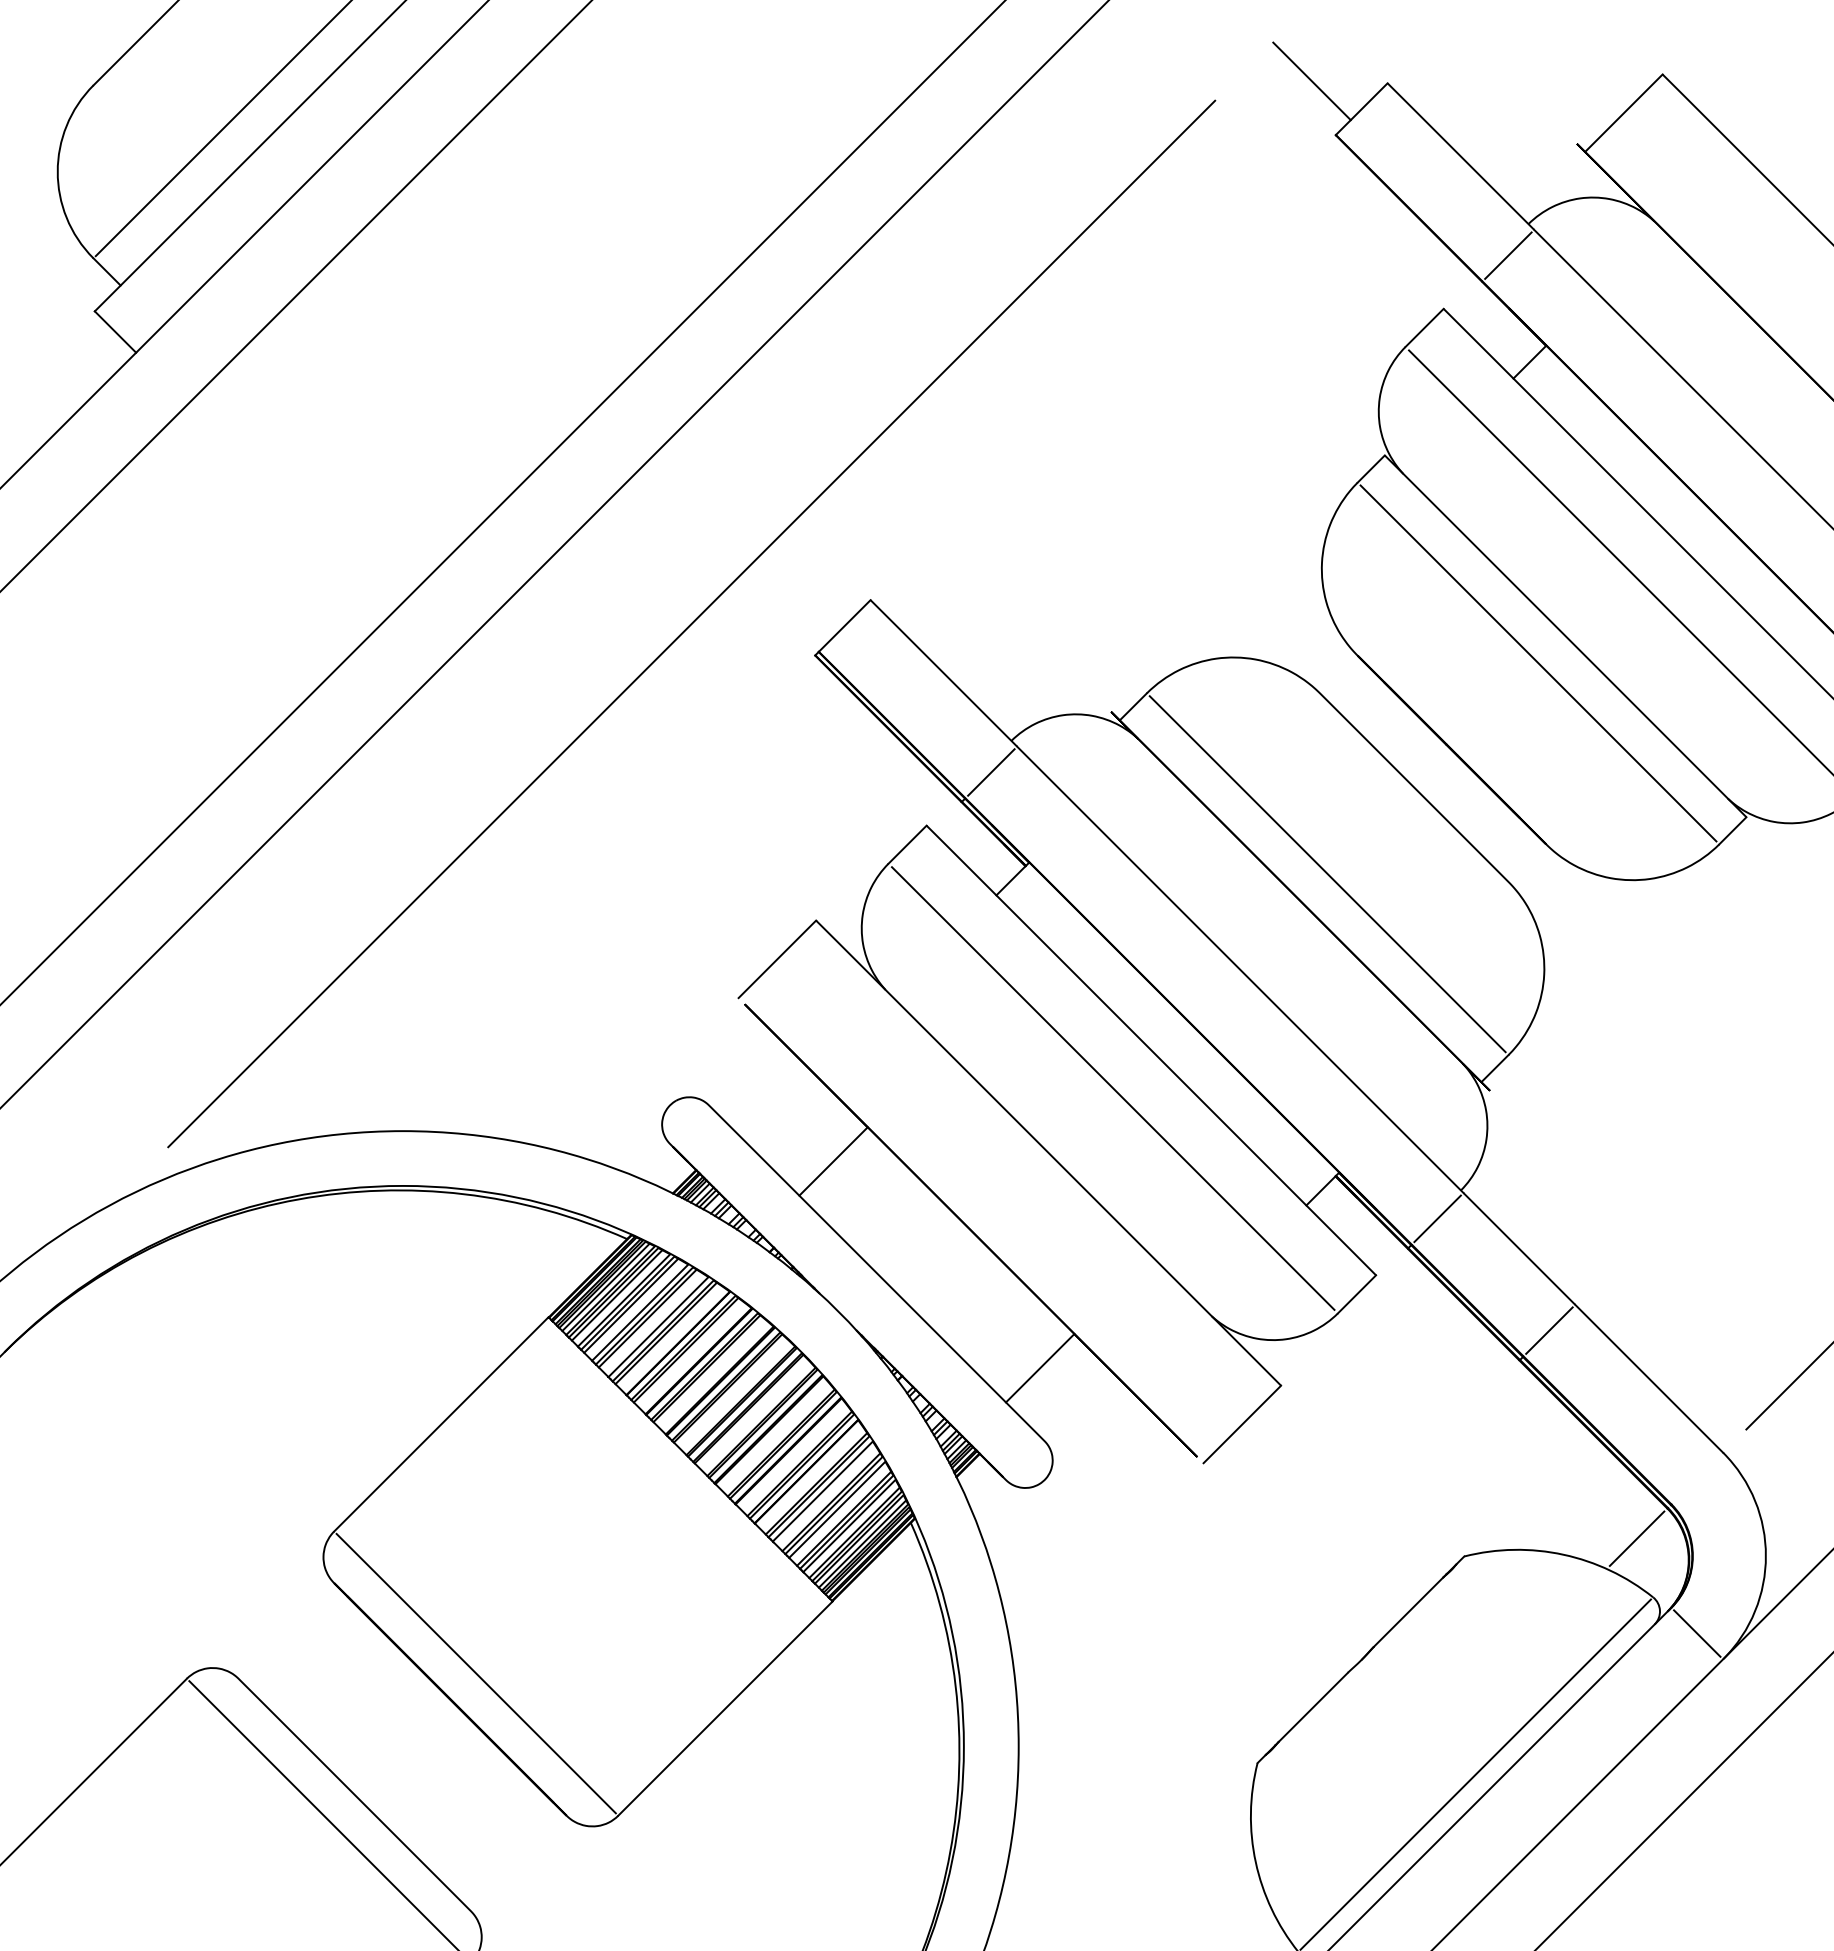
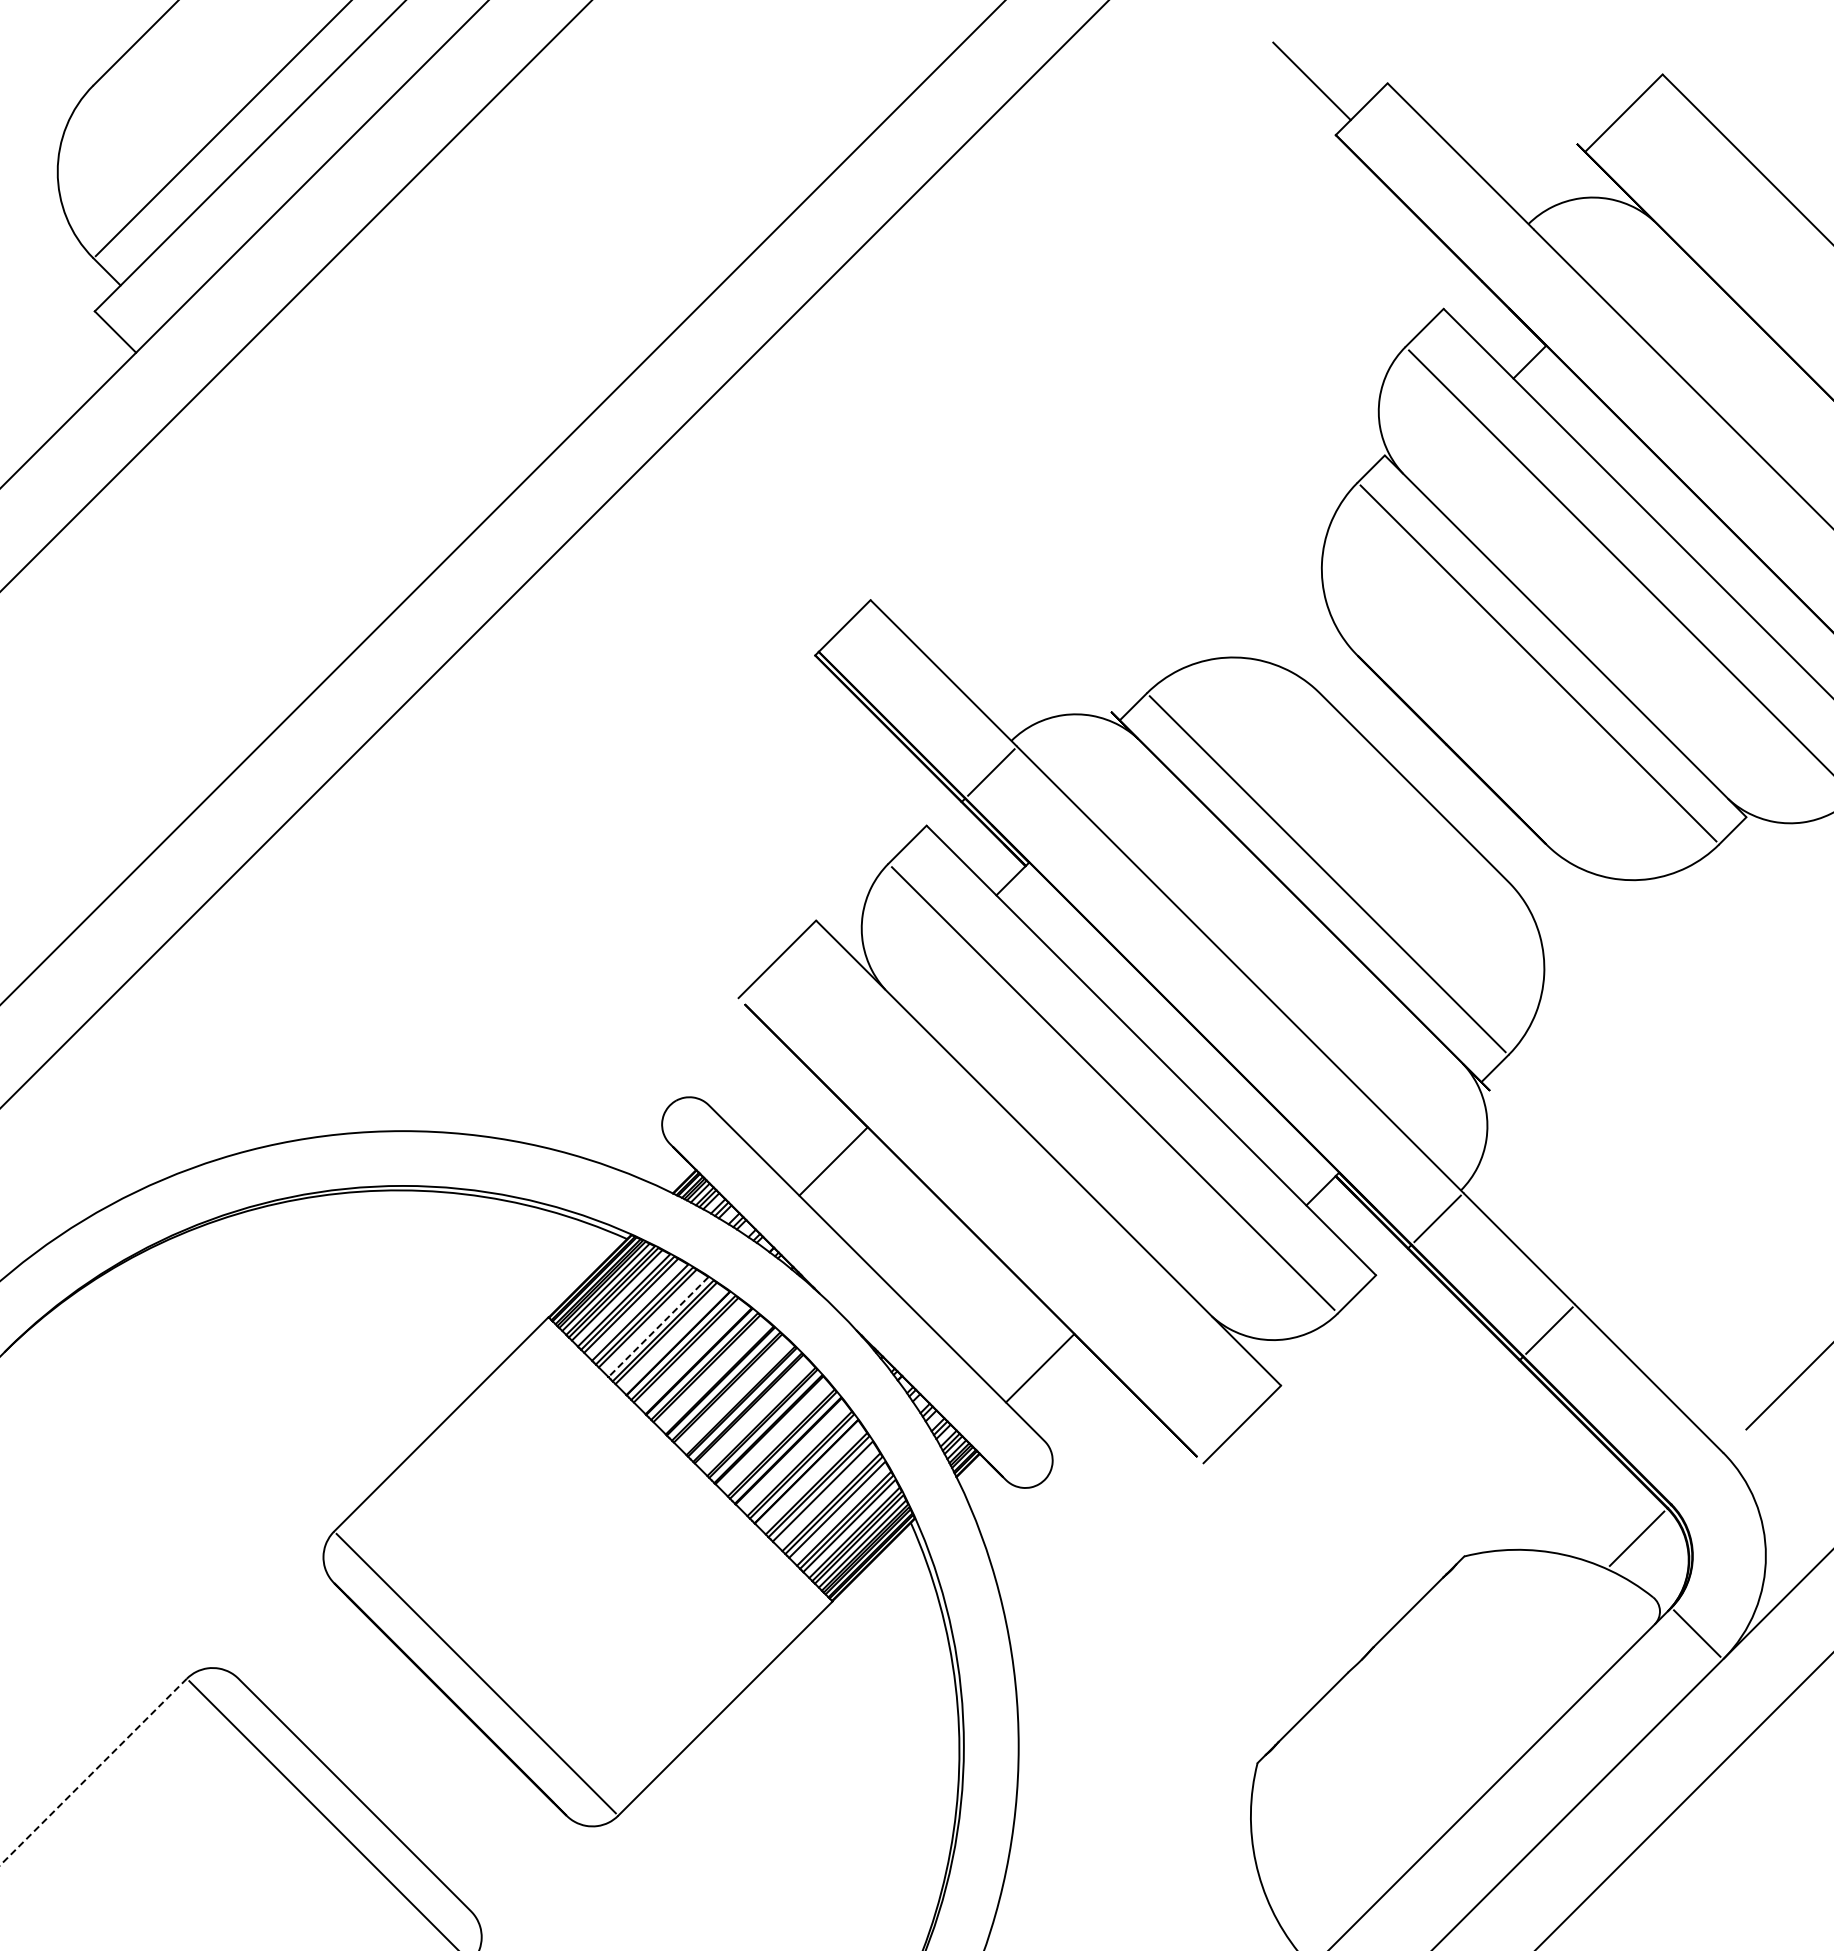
line at (1508, 255): present -> none
line at (691, 623): present -> none
line at (658, 1327): solid -> dashed
line at (93, 1772): solid -> dashed
line at (1476, 1773): present -> none
